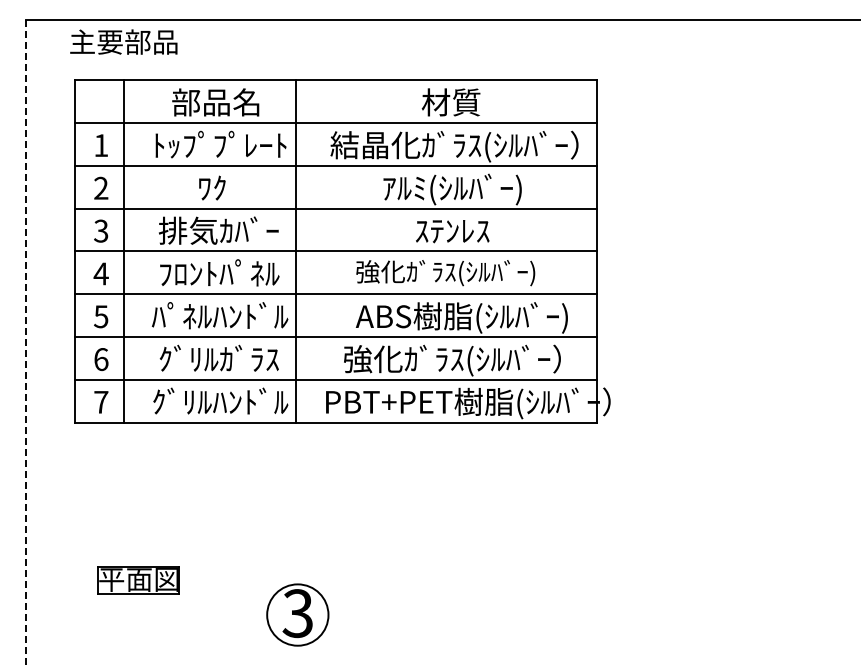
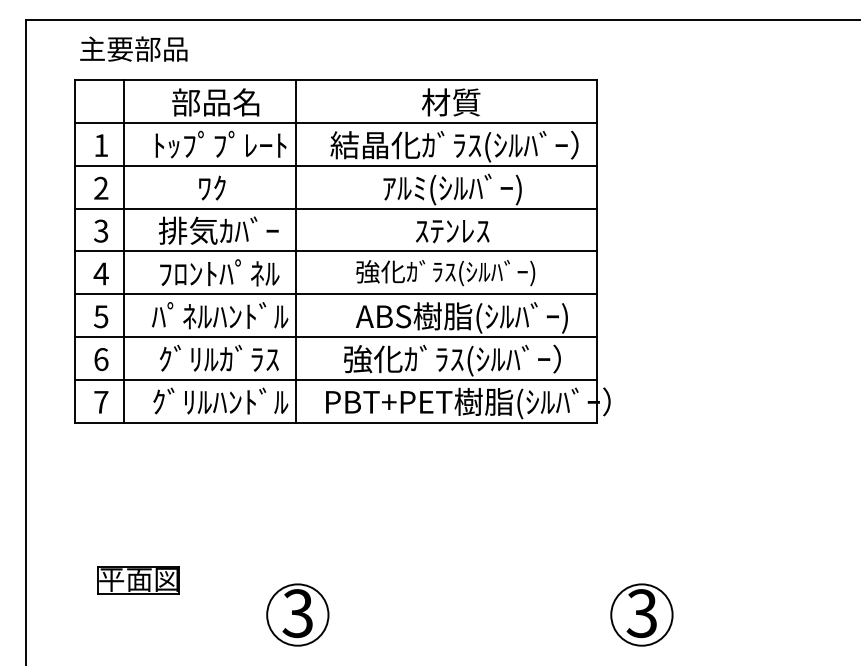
text at (123, 41) position: (123, 41) -> (133, 48)
line at (25, 342): dashed -> solid
part at (641, 614): none -> present
